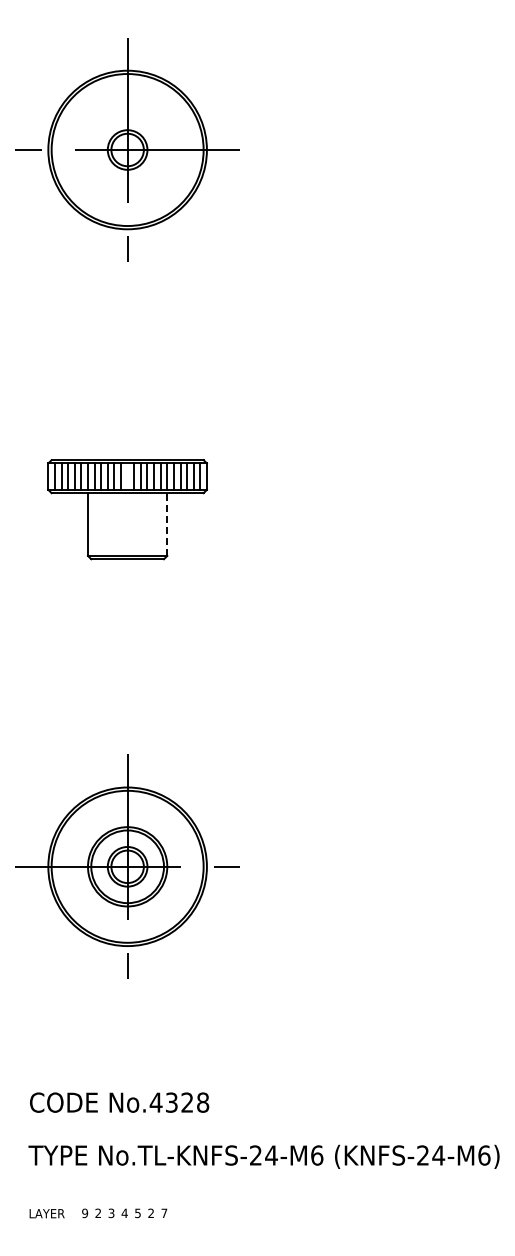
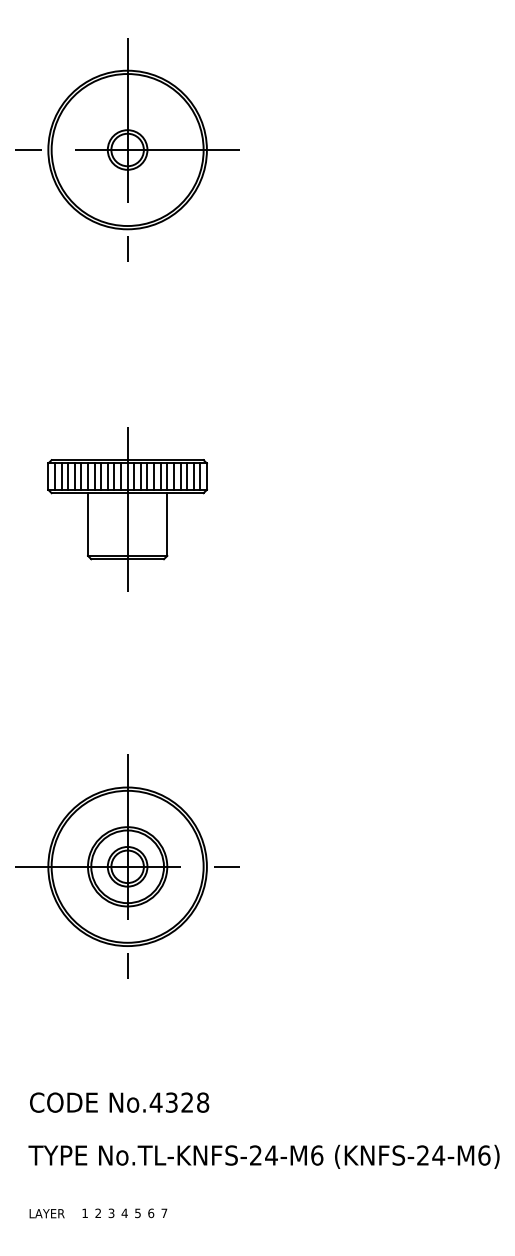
line at (127, 509): none -> present
line at (167, 524): dashed -> solid
text at (85, 1213): 9 -> 1
text at (151, 1213): 2 -> 6
